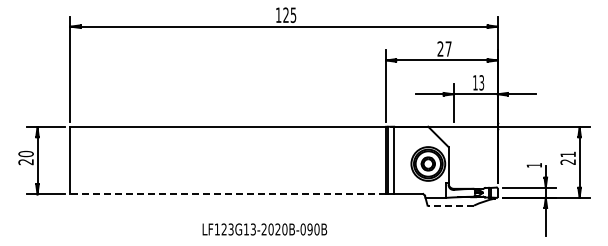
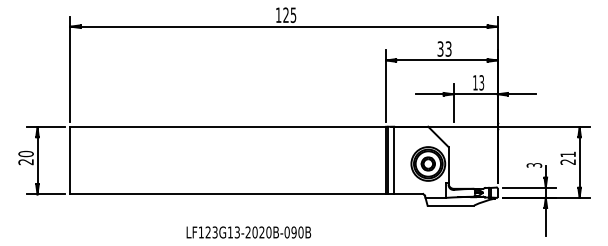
text at (444, 48): 27 -> 33
text at (534, 165): 1 -> 3
line at (228, 194): dashed -> solid
line at (450, 205): dashed -> solid
text at (264, 229) position: (264, 229) -> (248, 232)
